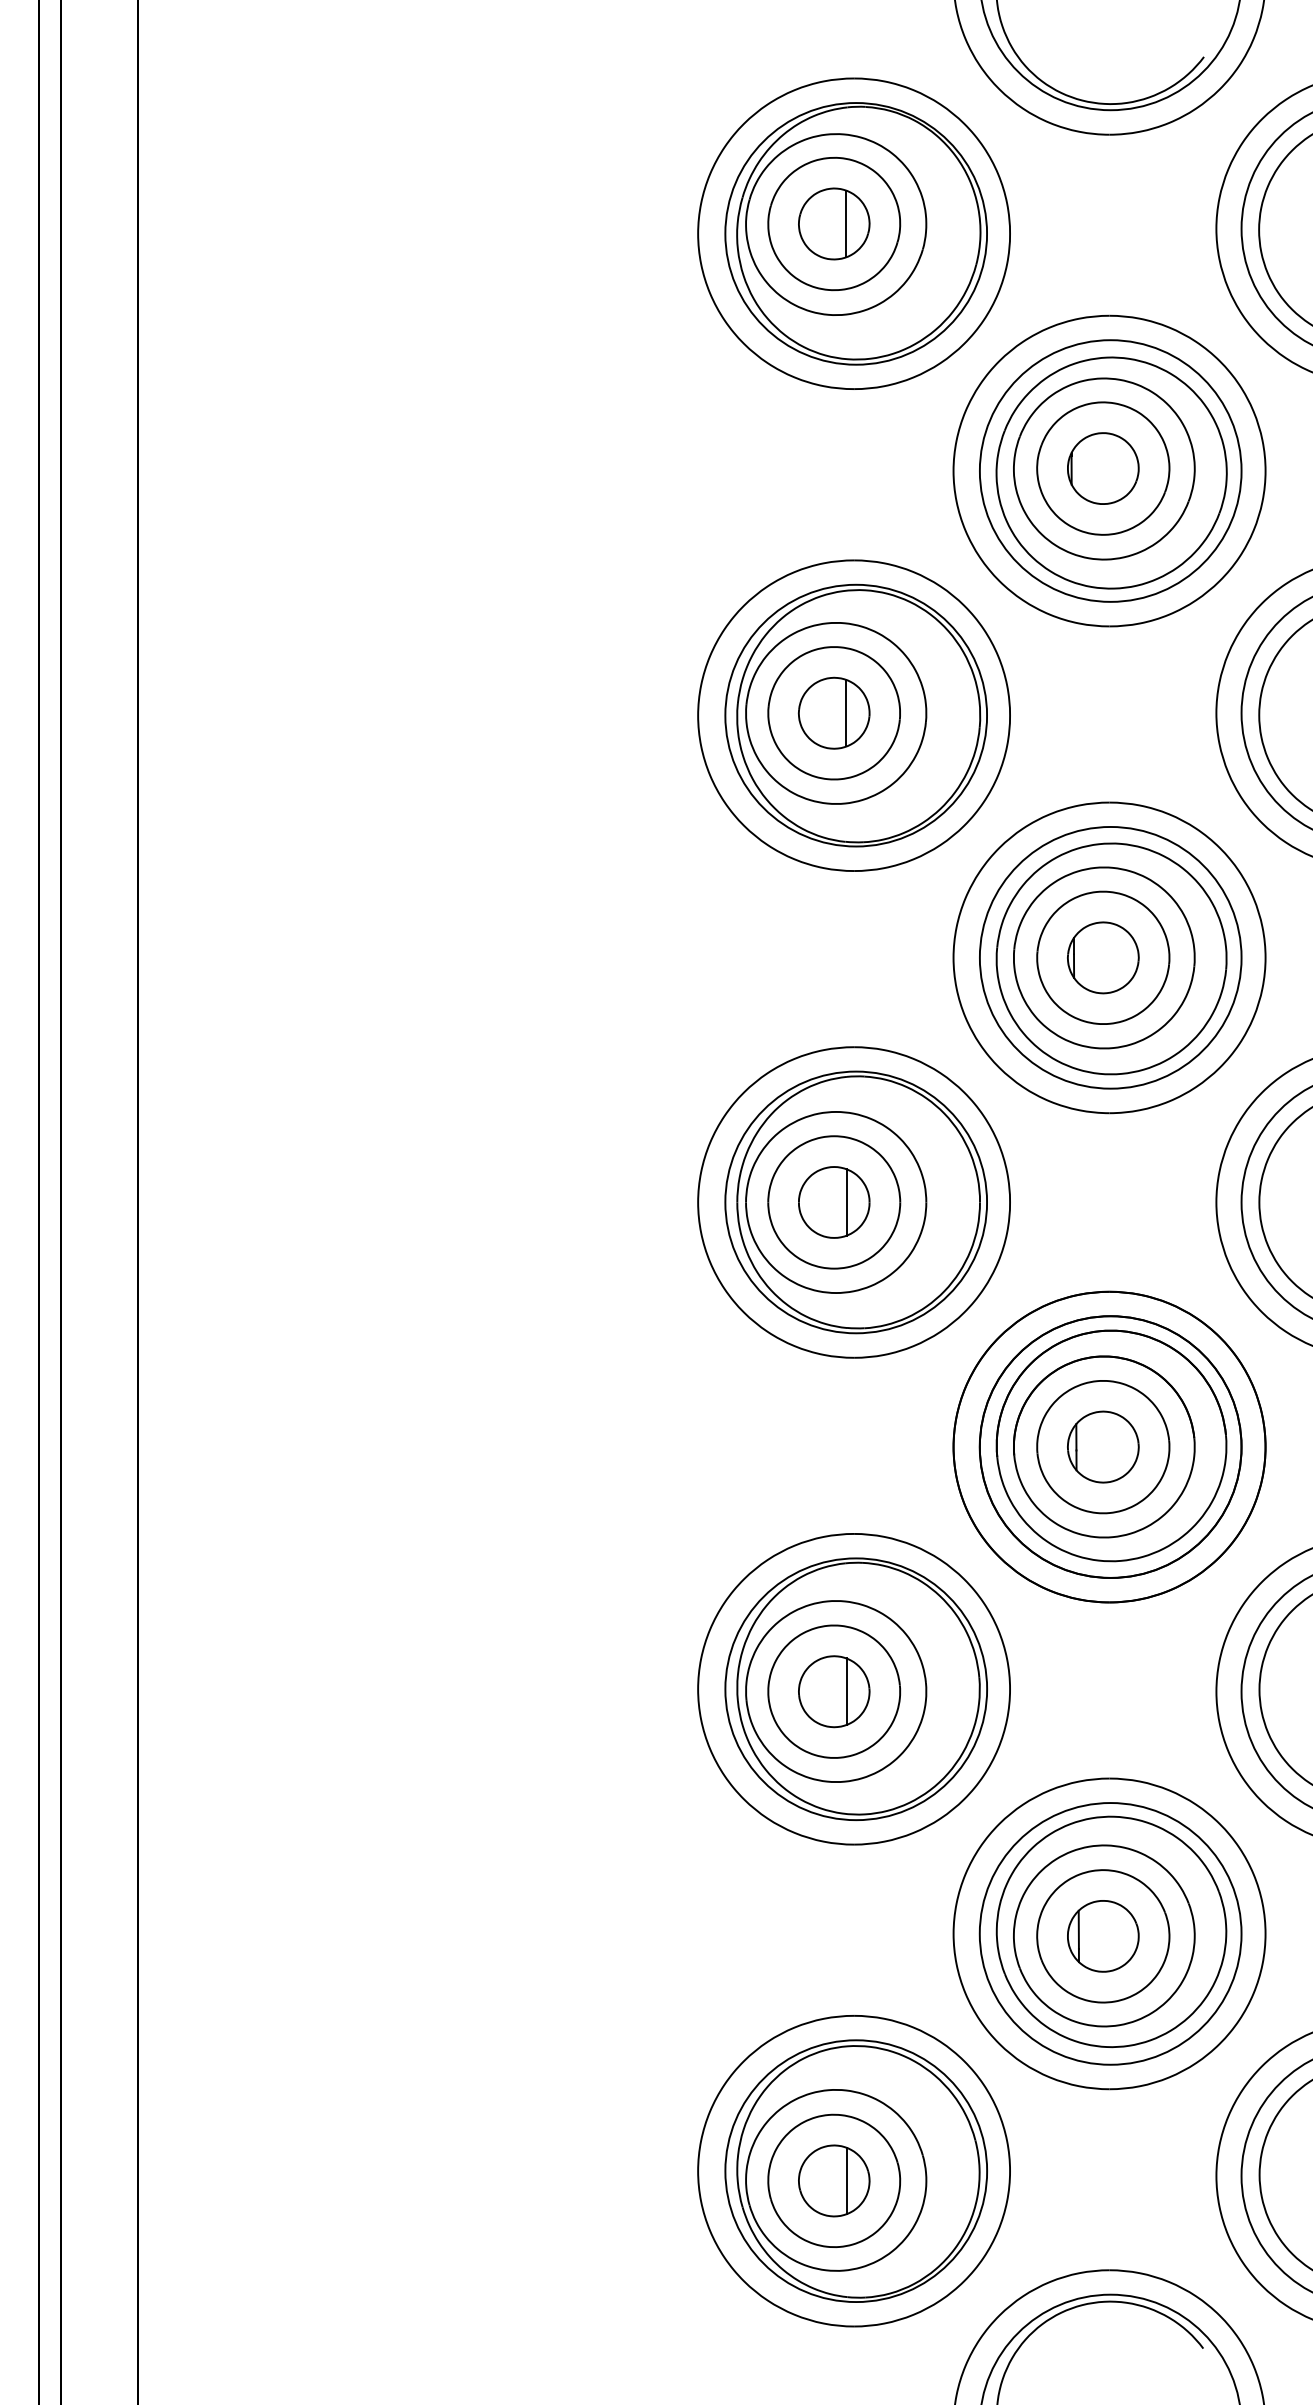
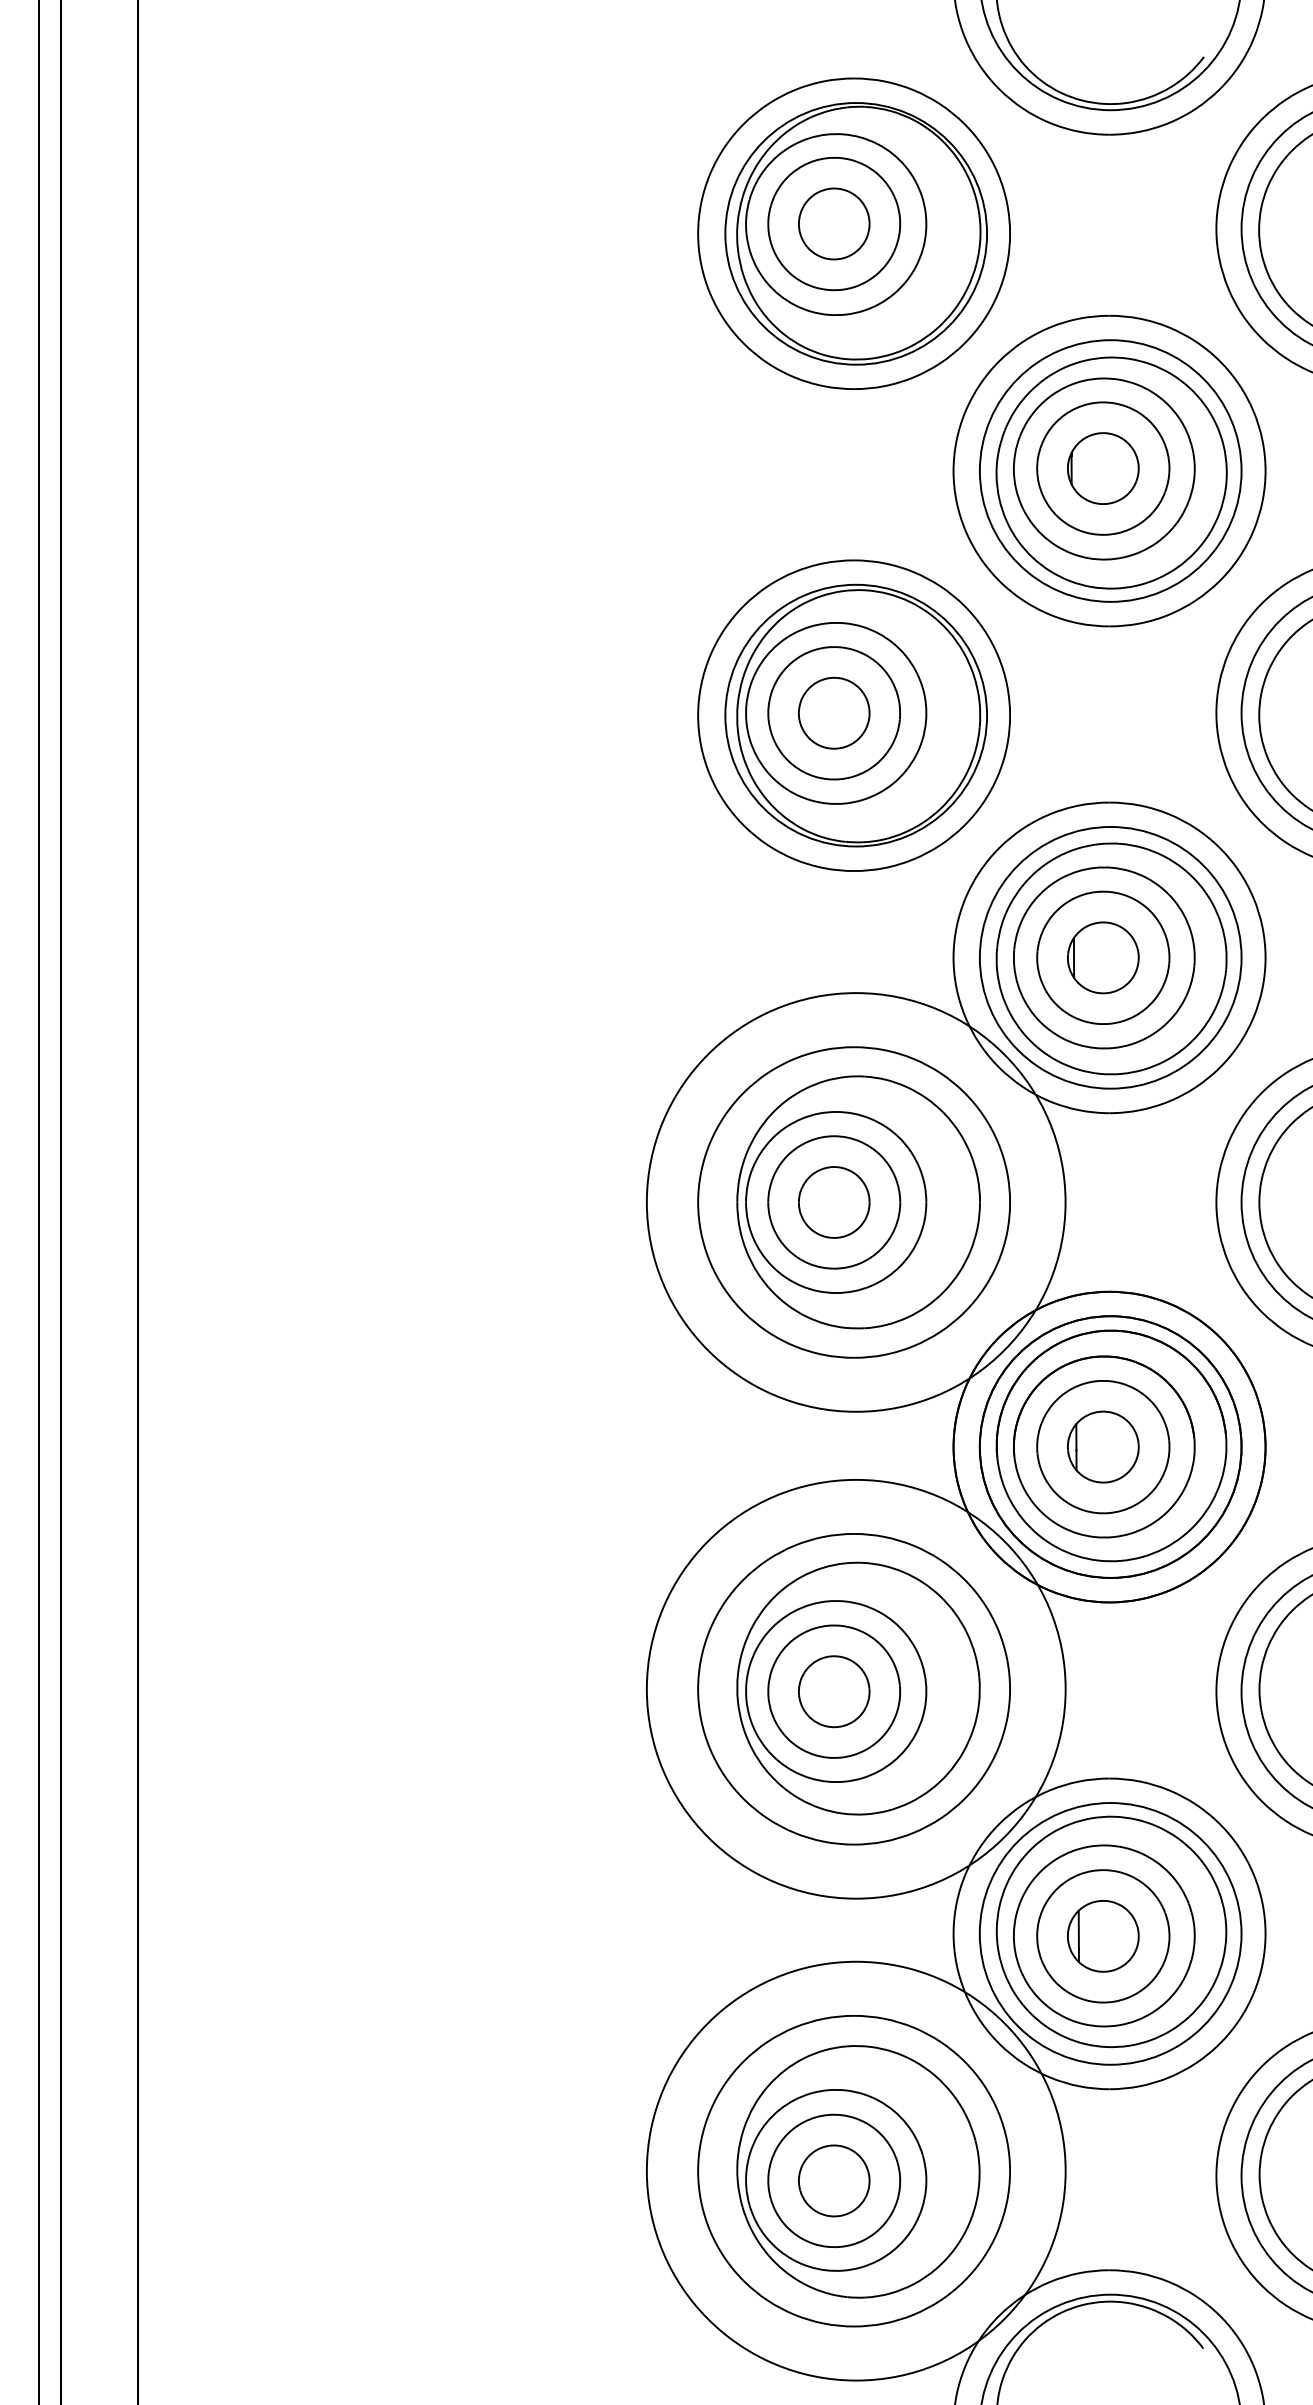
line at (846, 223): present -> none
line at (846, 712): present -> none
line at (846, 1202): present -> none
circle at (856, 1202) diameter: 262 px -> 419 px
circle at (856, 1689) diameter: 262 px -> 419 px
line at (846, 1691): present -> none
circle at (856, 2171) diameter: 262 px -> 419 px
line at (846, 2180): present -> none
